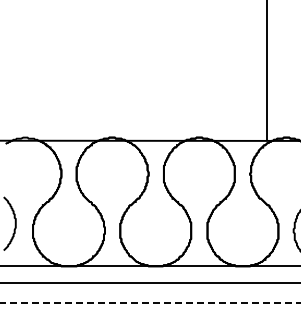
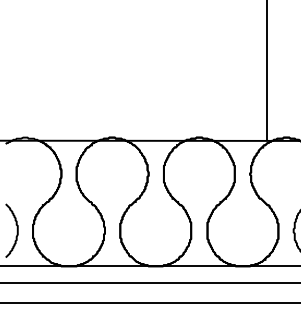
curve at (14, 223) position: (14, 223) -> (16, 230)
line at (150, 302): dashed -> solid
